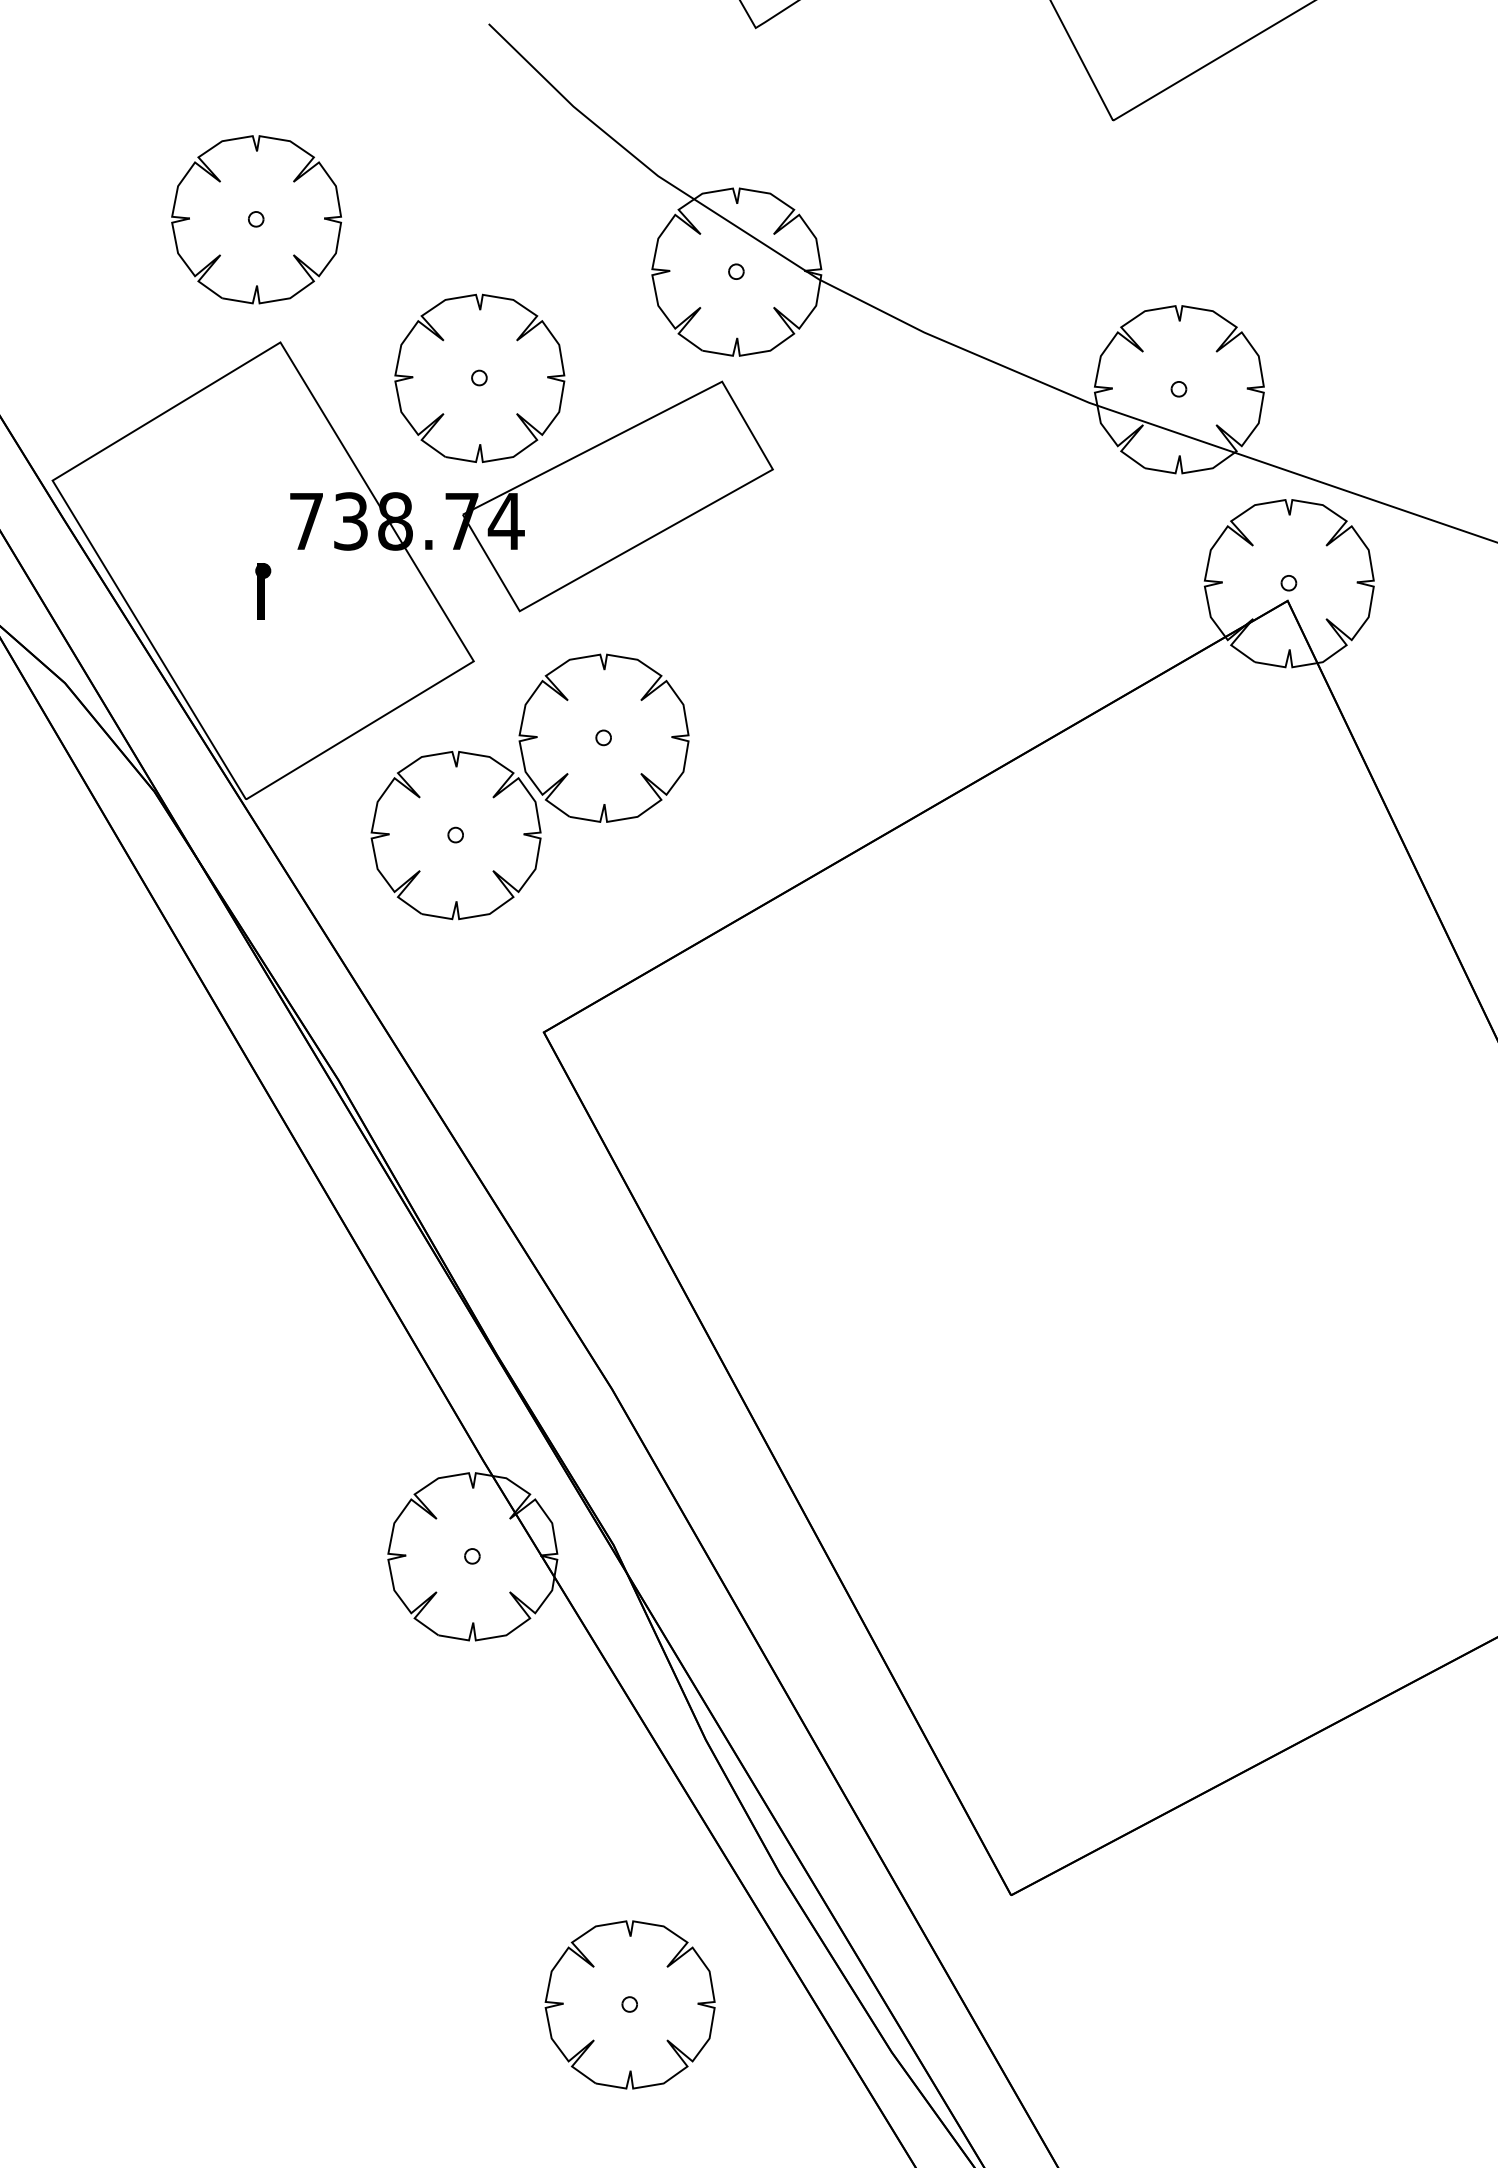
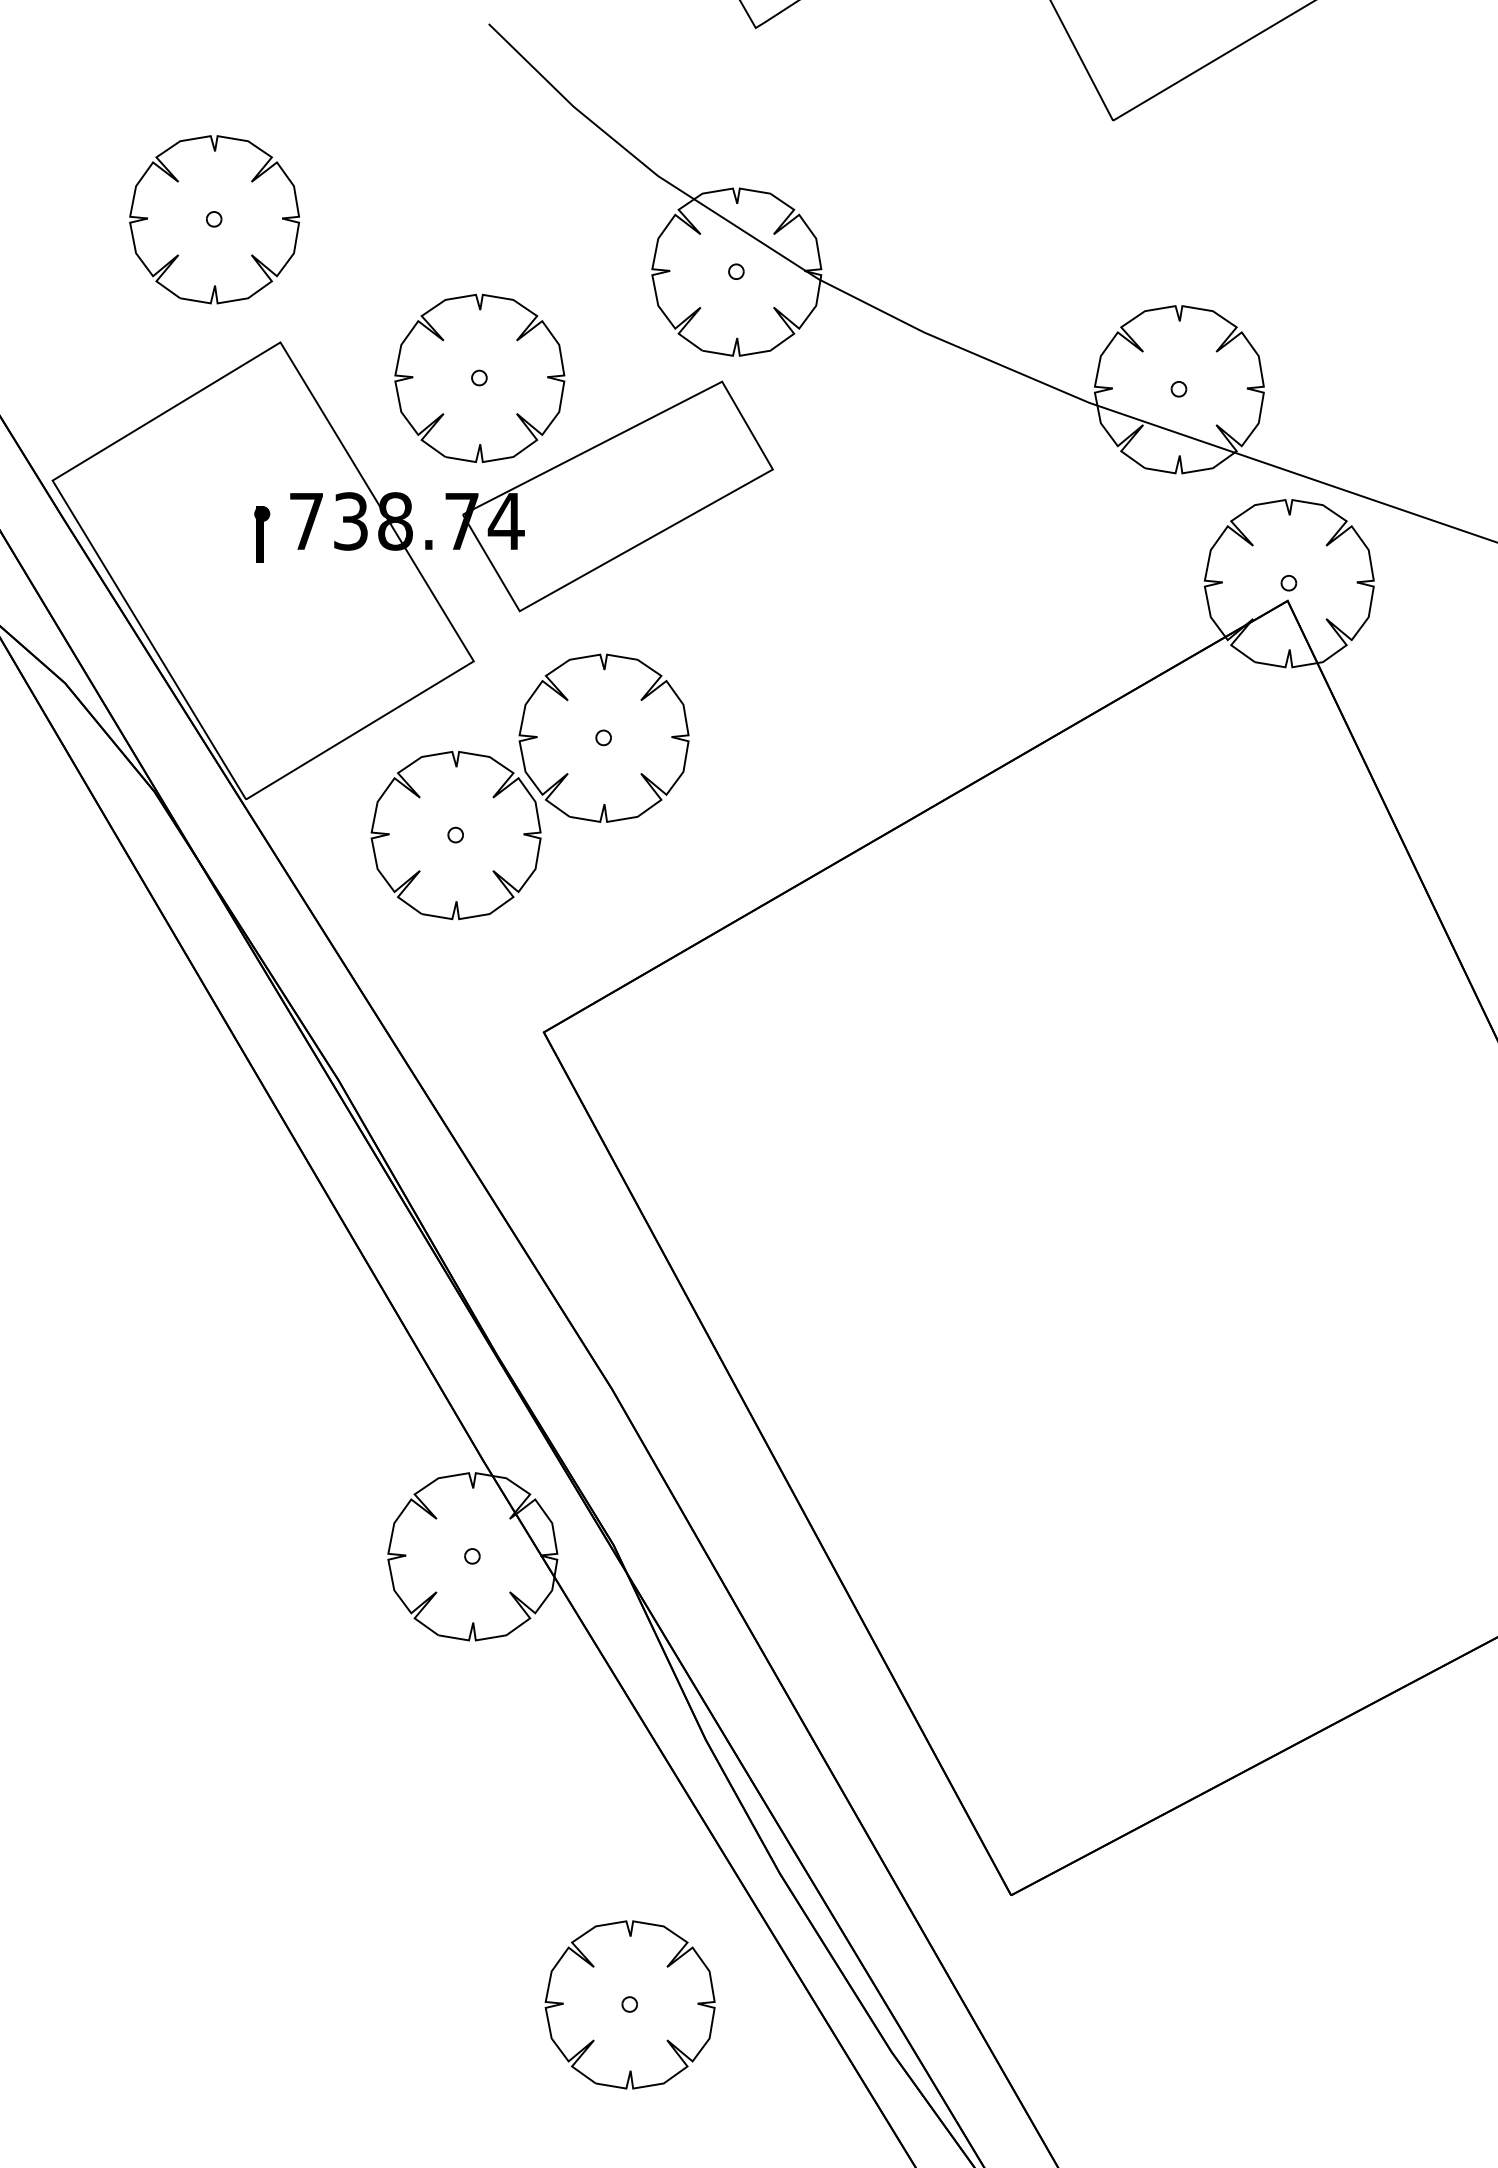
part at (256, 219) position: (256, 219) -> (214, 219)
part at (263, 591) position: (263, 591) -> (262, 534)
